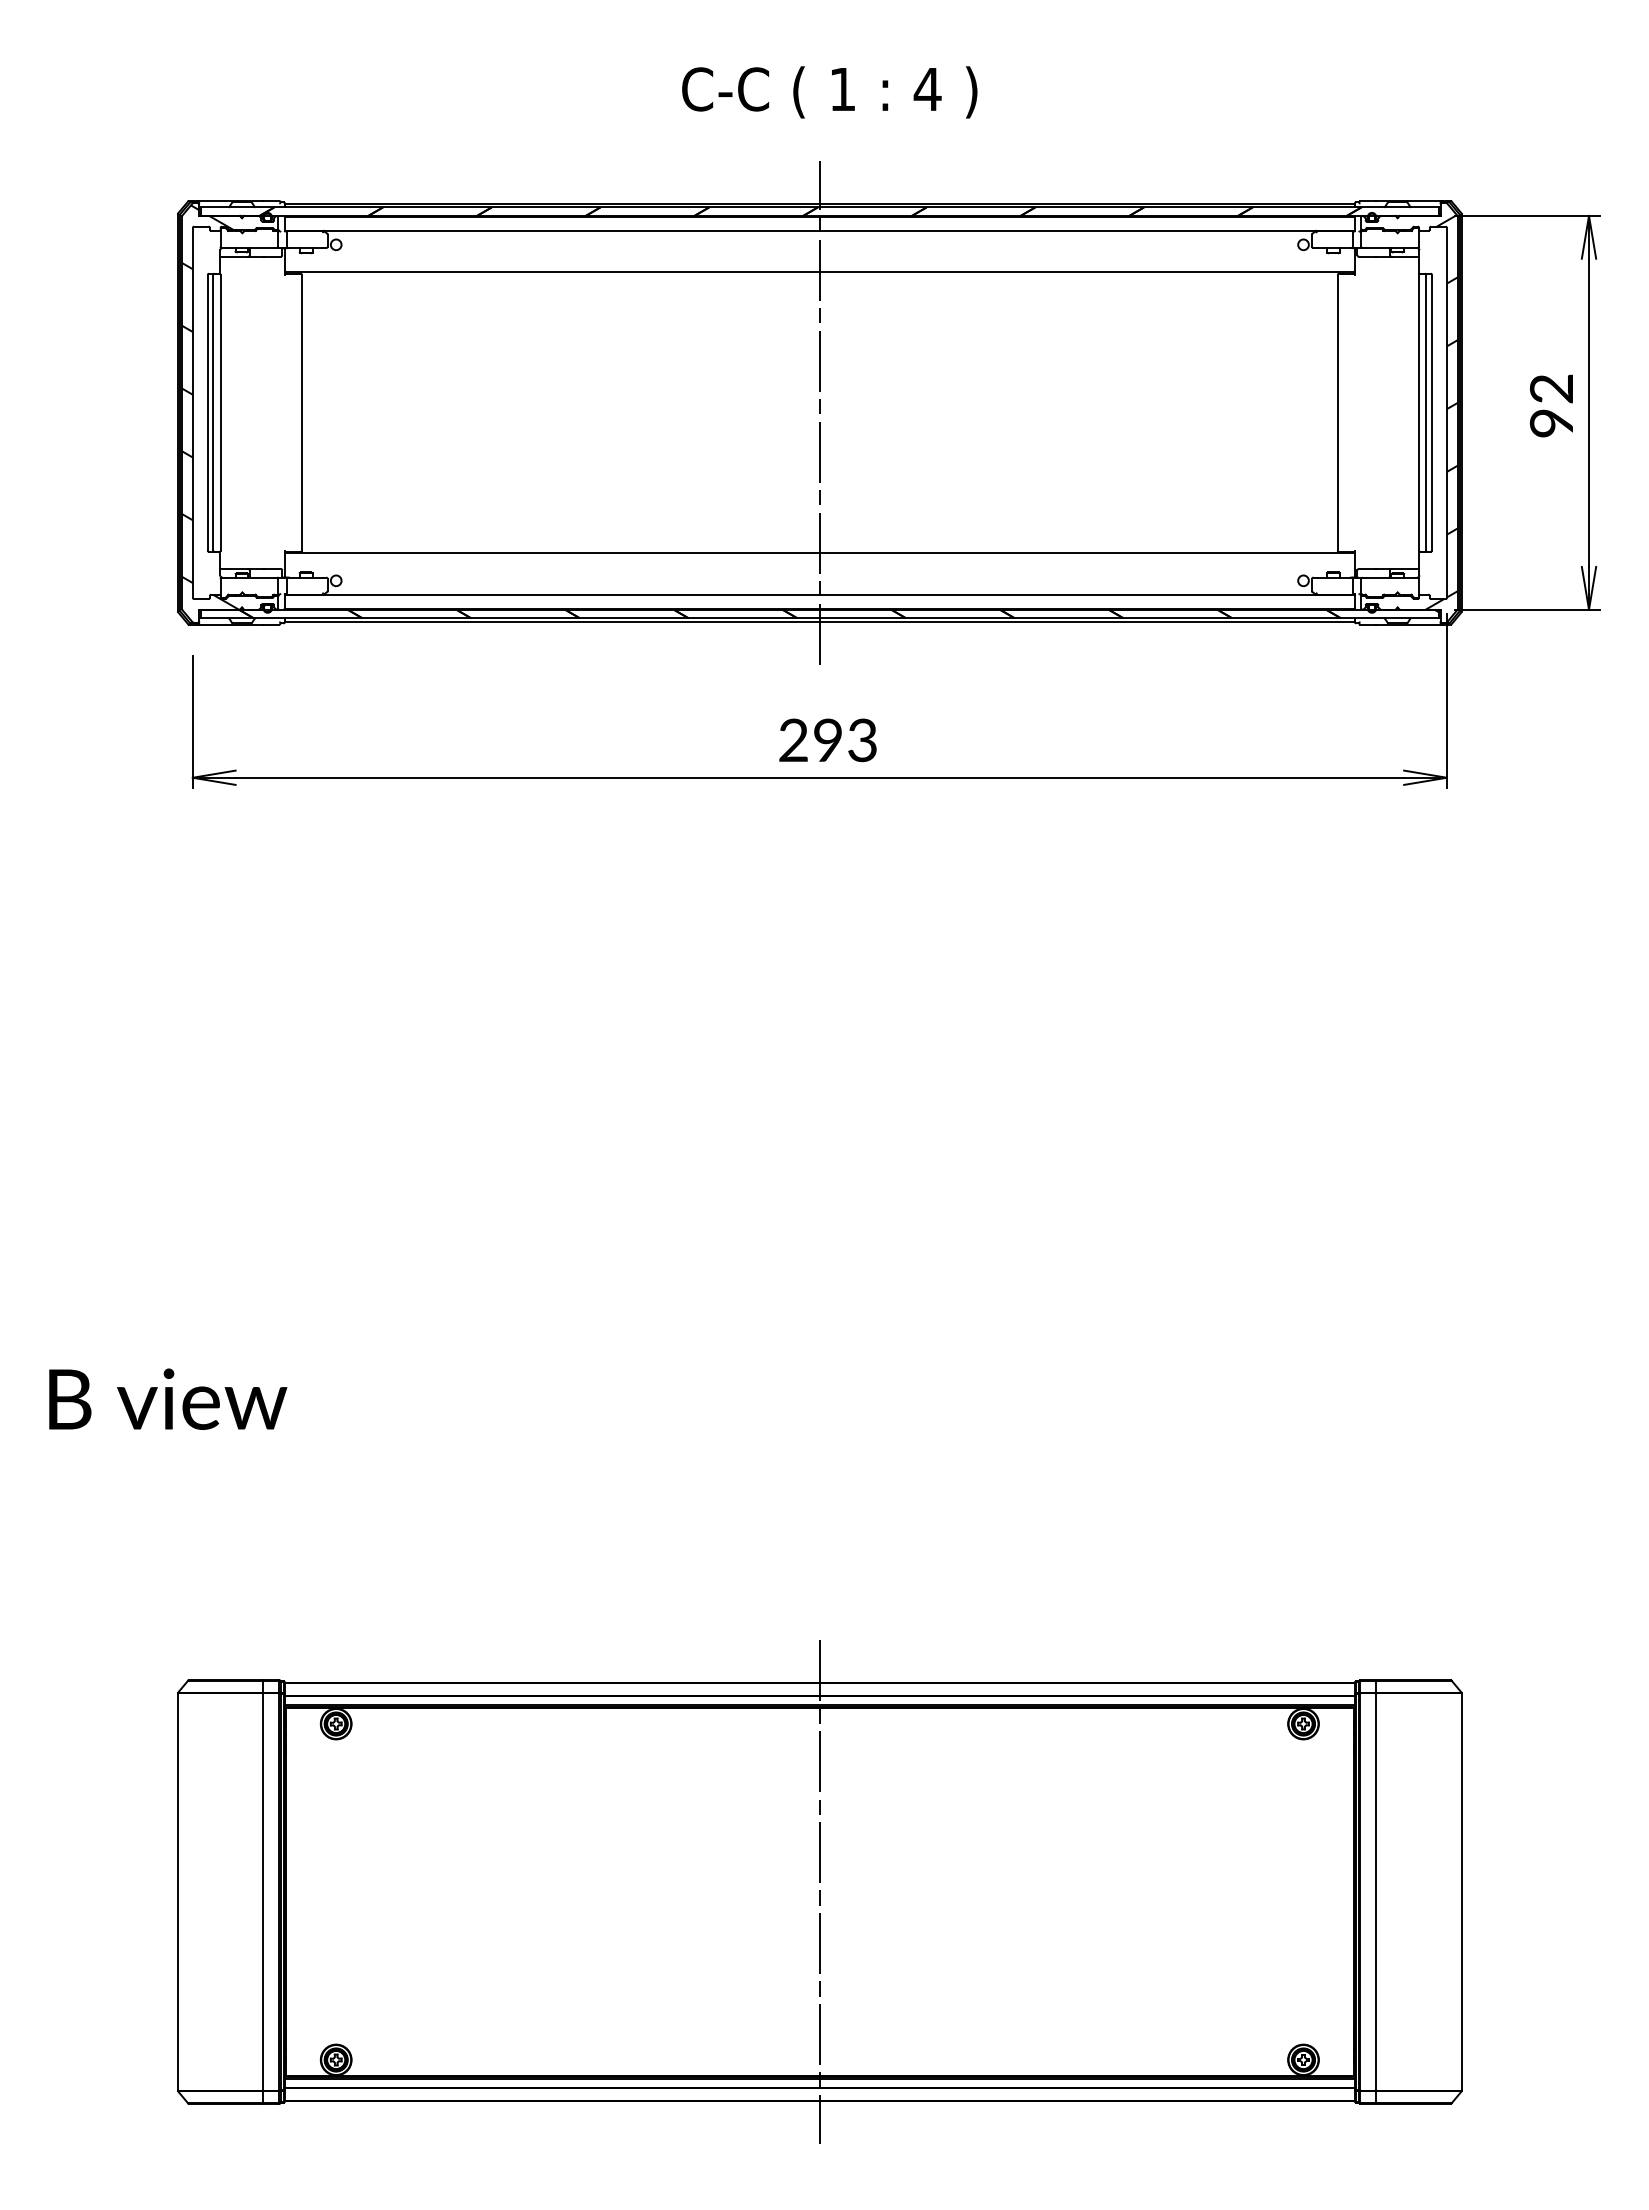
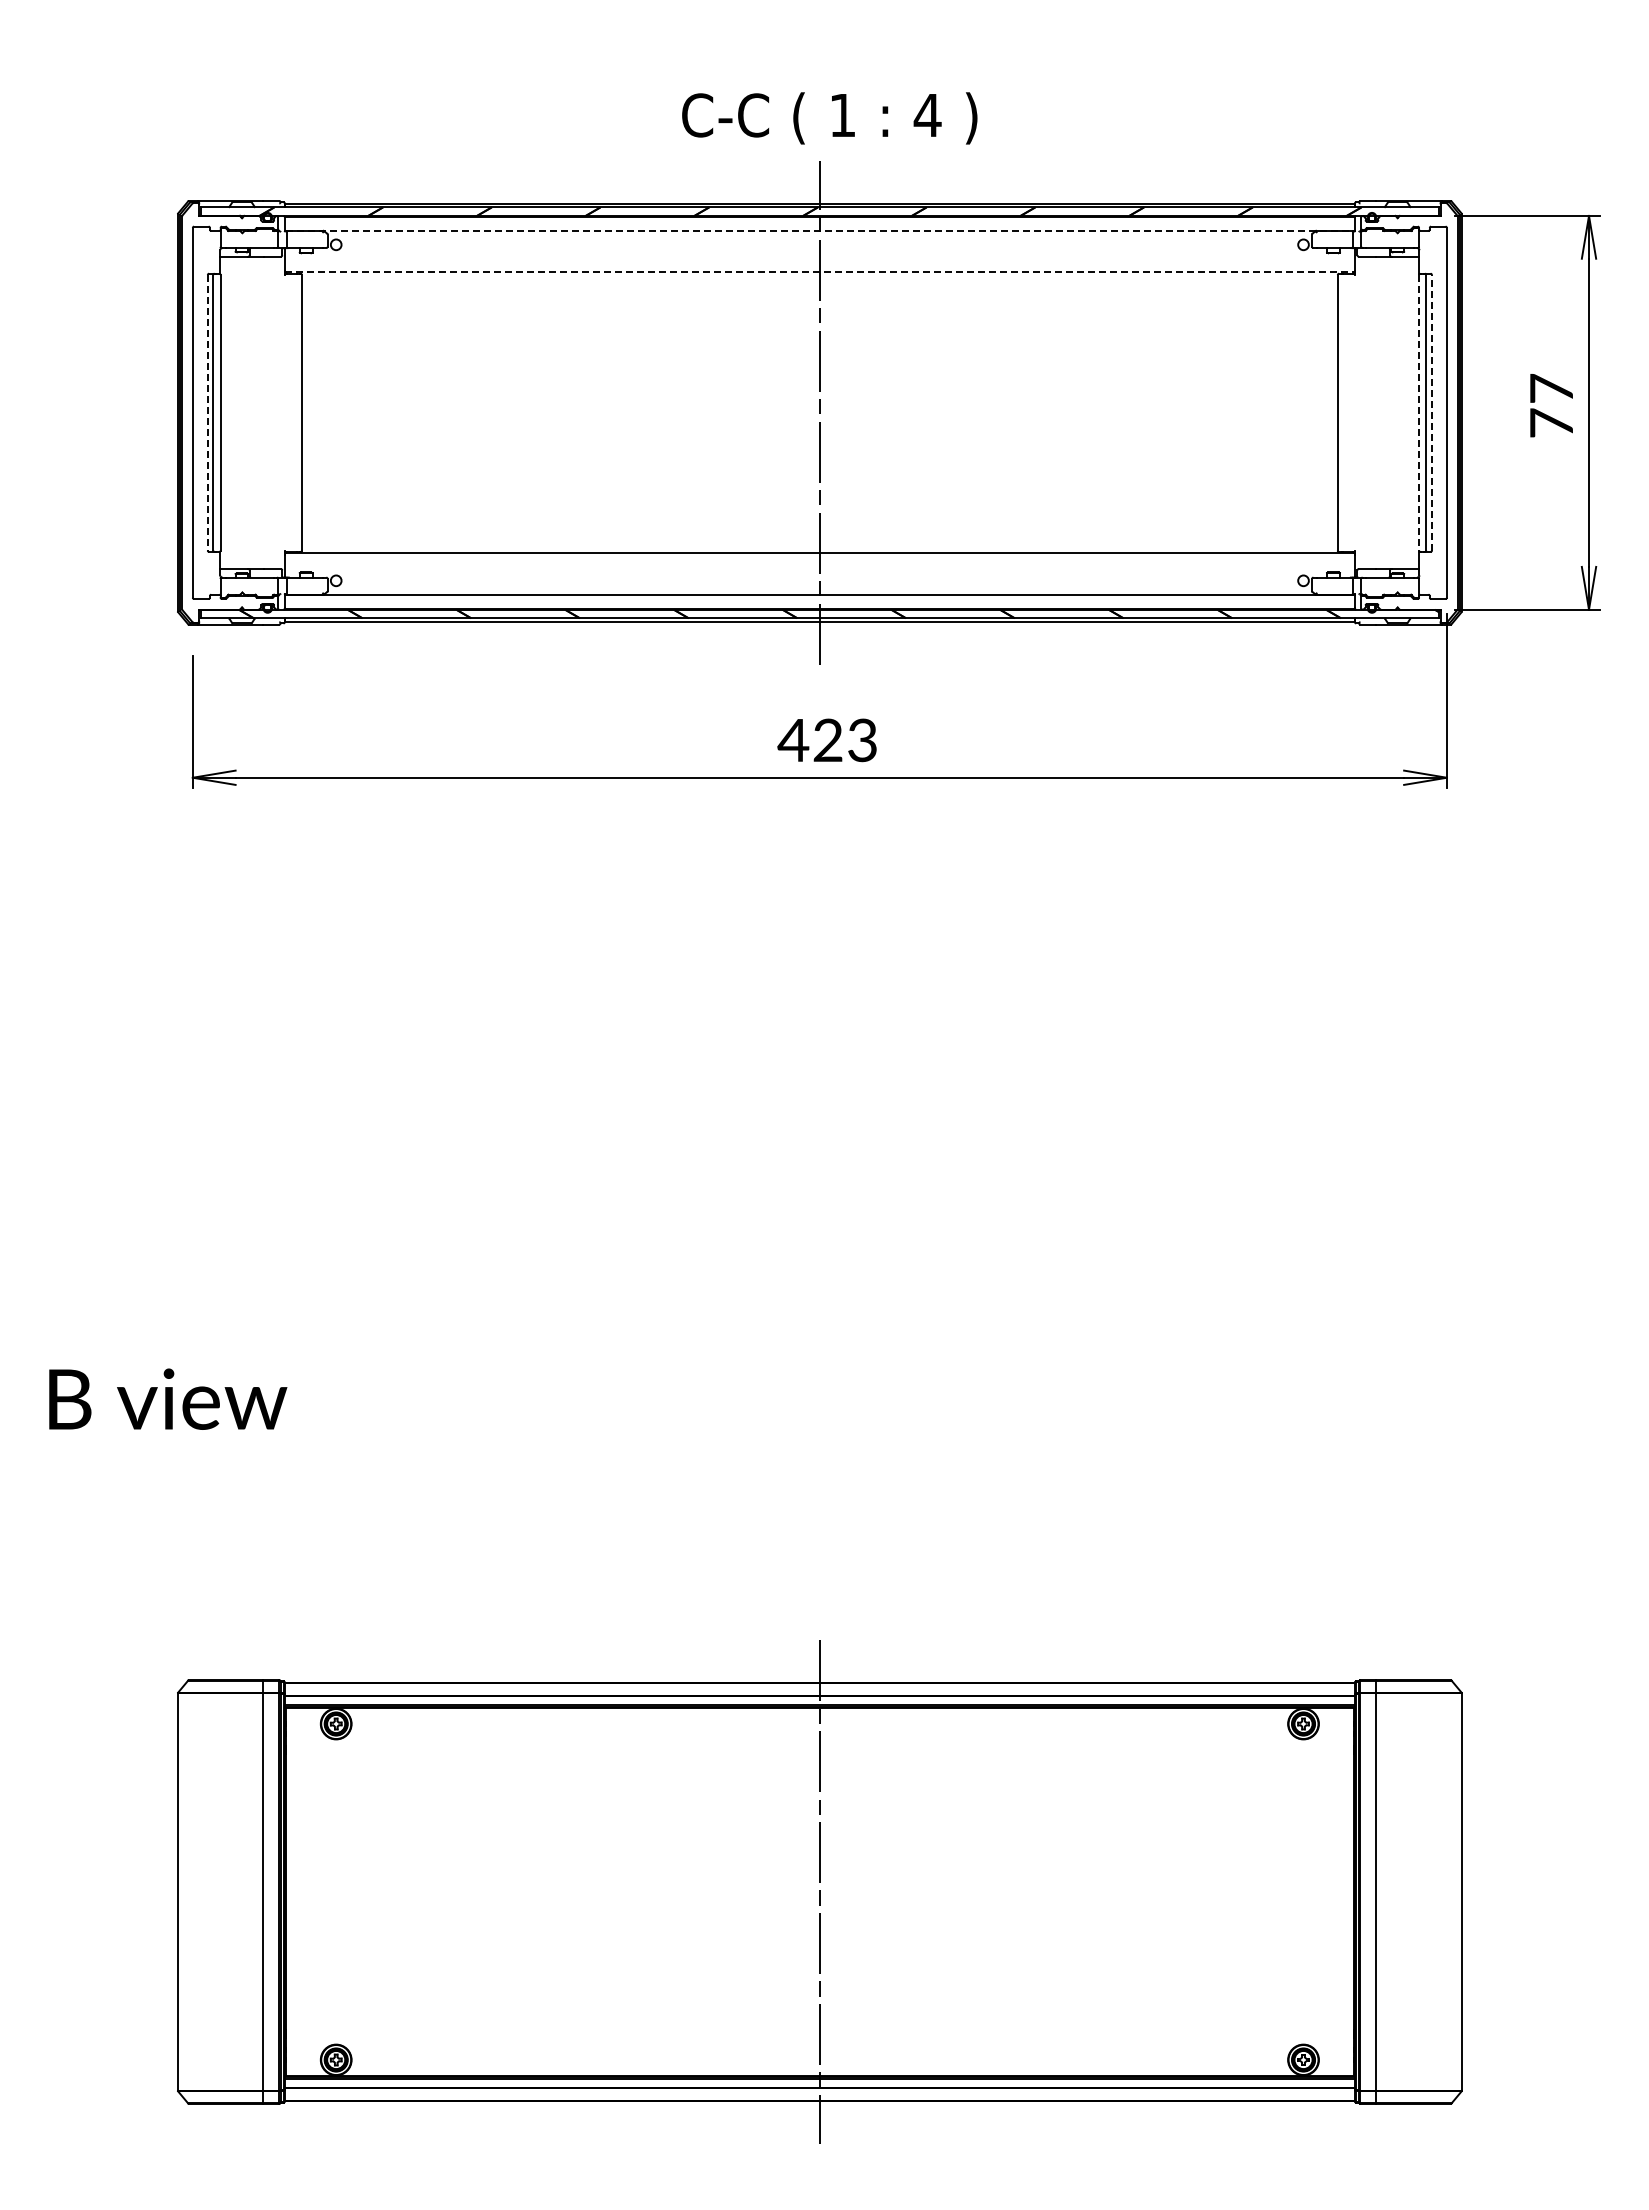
text at (829, 92) position: (829, 92) -> (829, 118)
line at (820, 230): solid -> dashed
line at (820, 272): solid -> dashed
text at (1550, 405): 92 -> 77
hatch at (210, 407): present -> none
line at (207, 412): solid -> dashed
line at (1419, 412): solid -> dashed
line at (1431, 412): solid -> dashed
hatch at (1441, 412): present -> none
text at (809, 739): 293 -> 423
